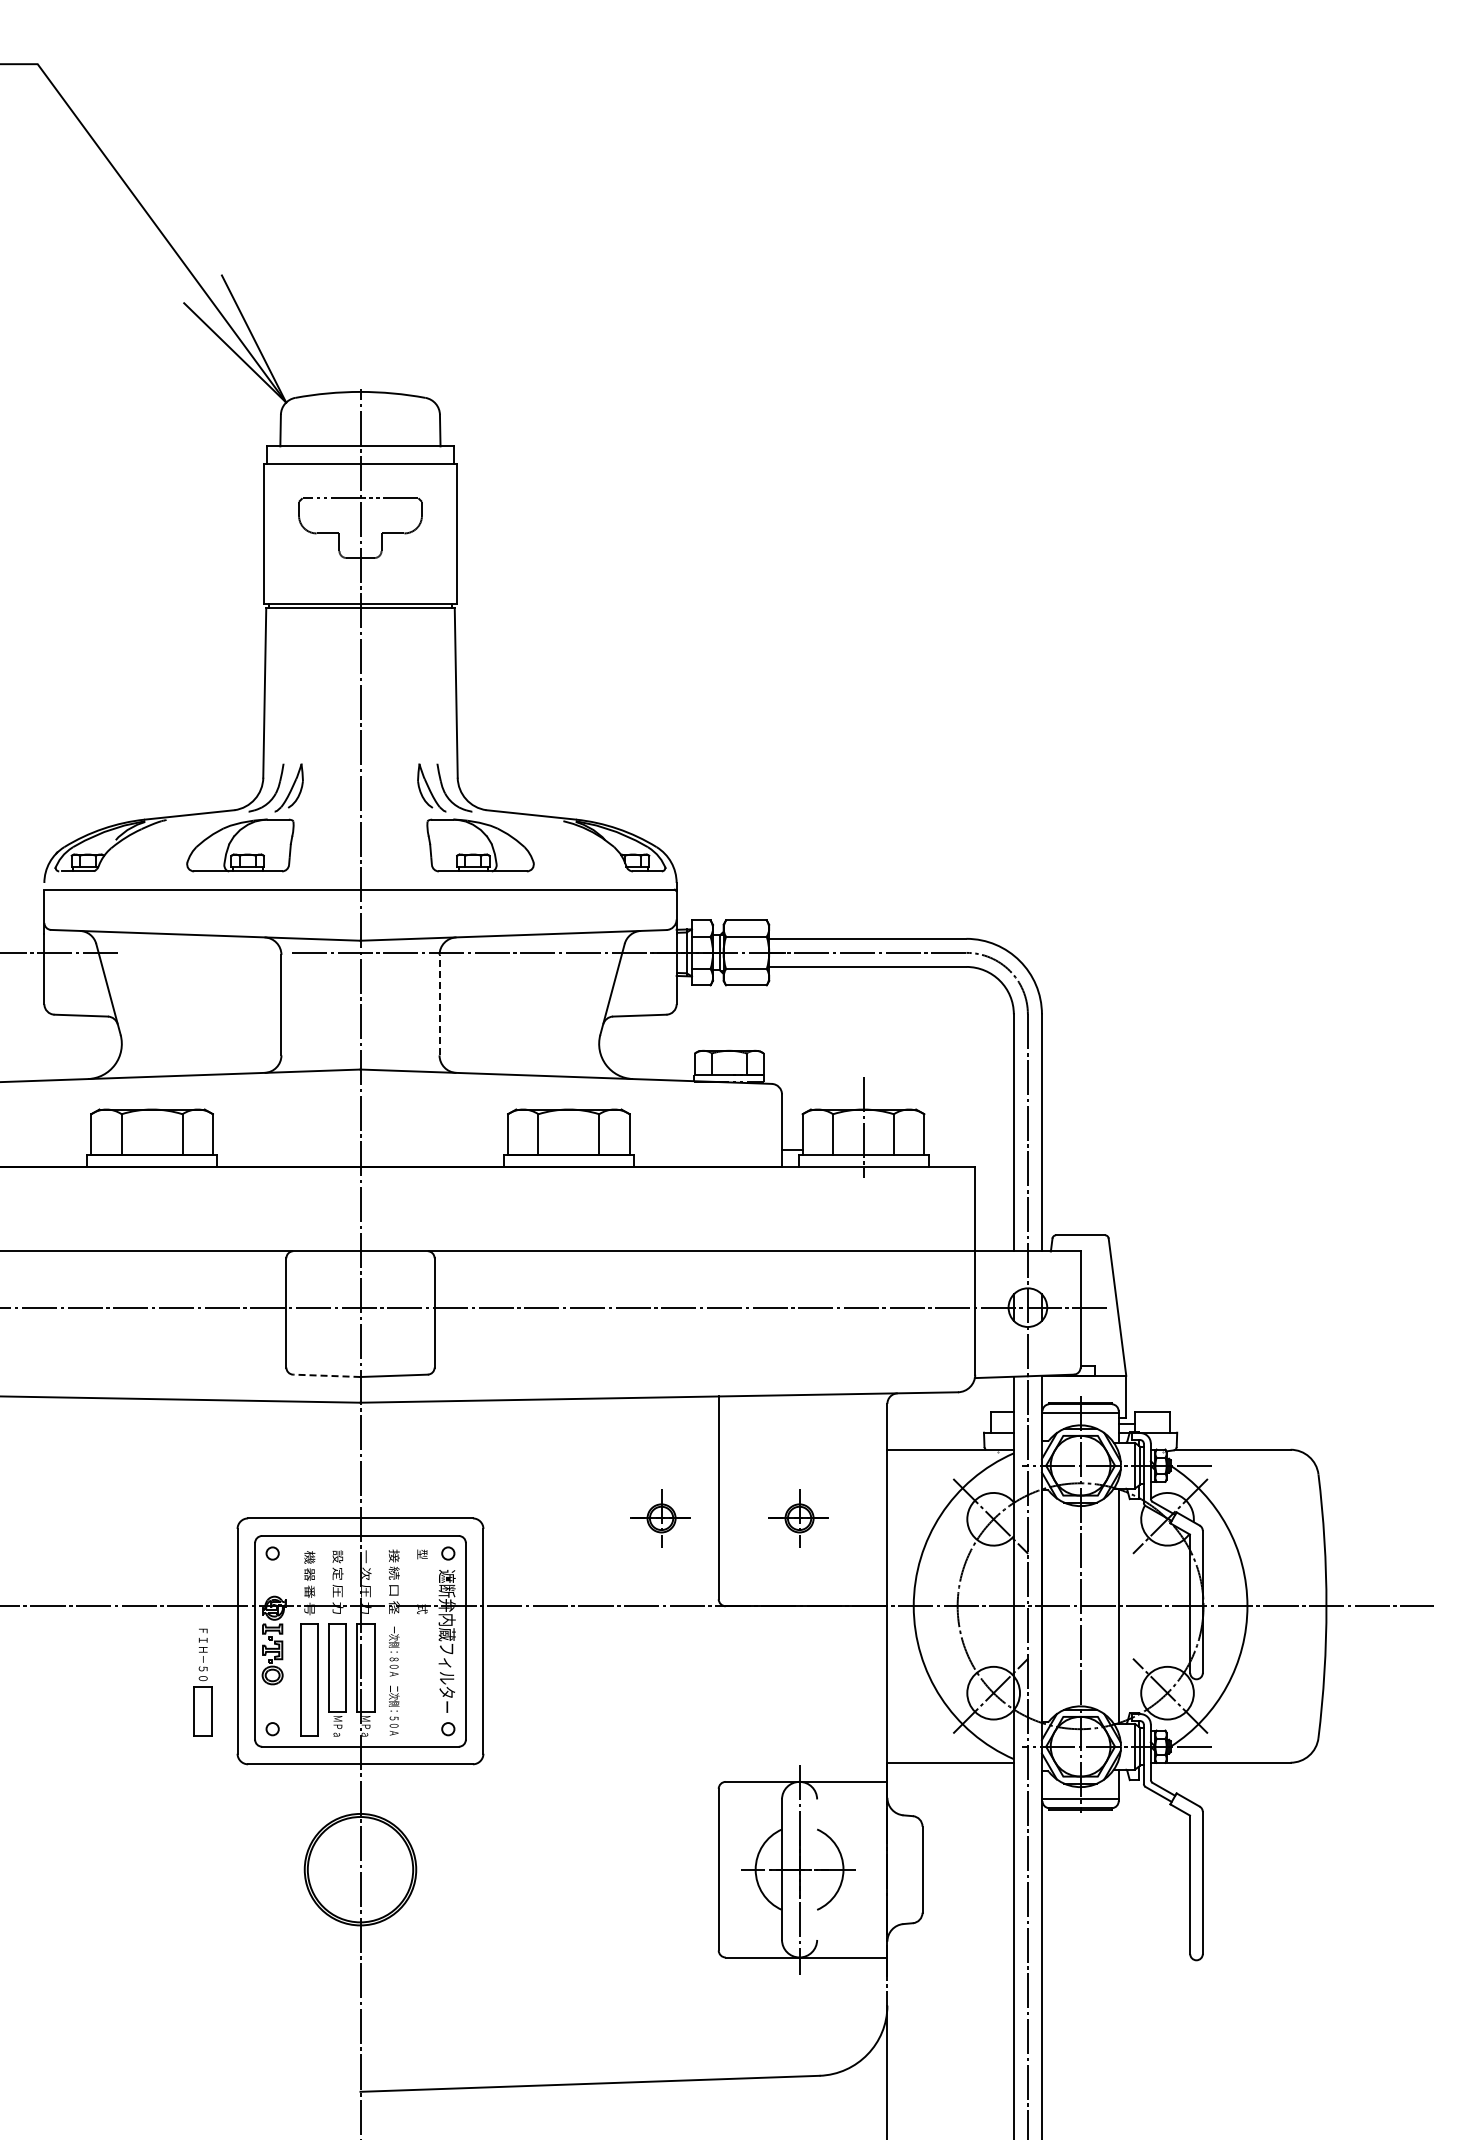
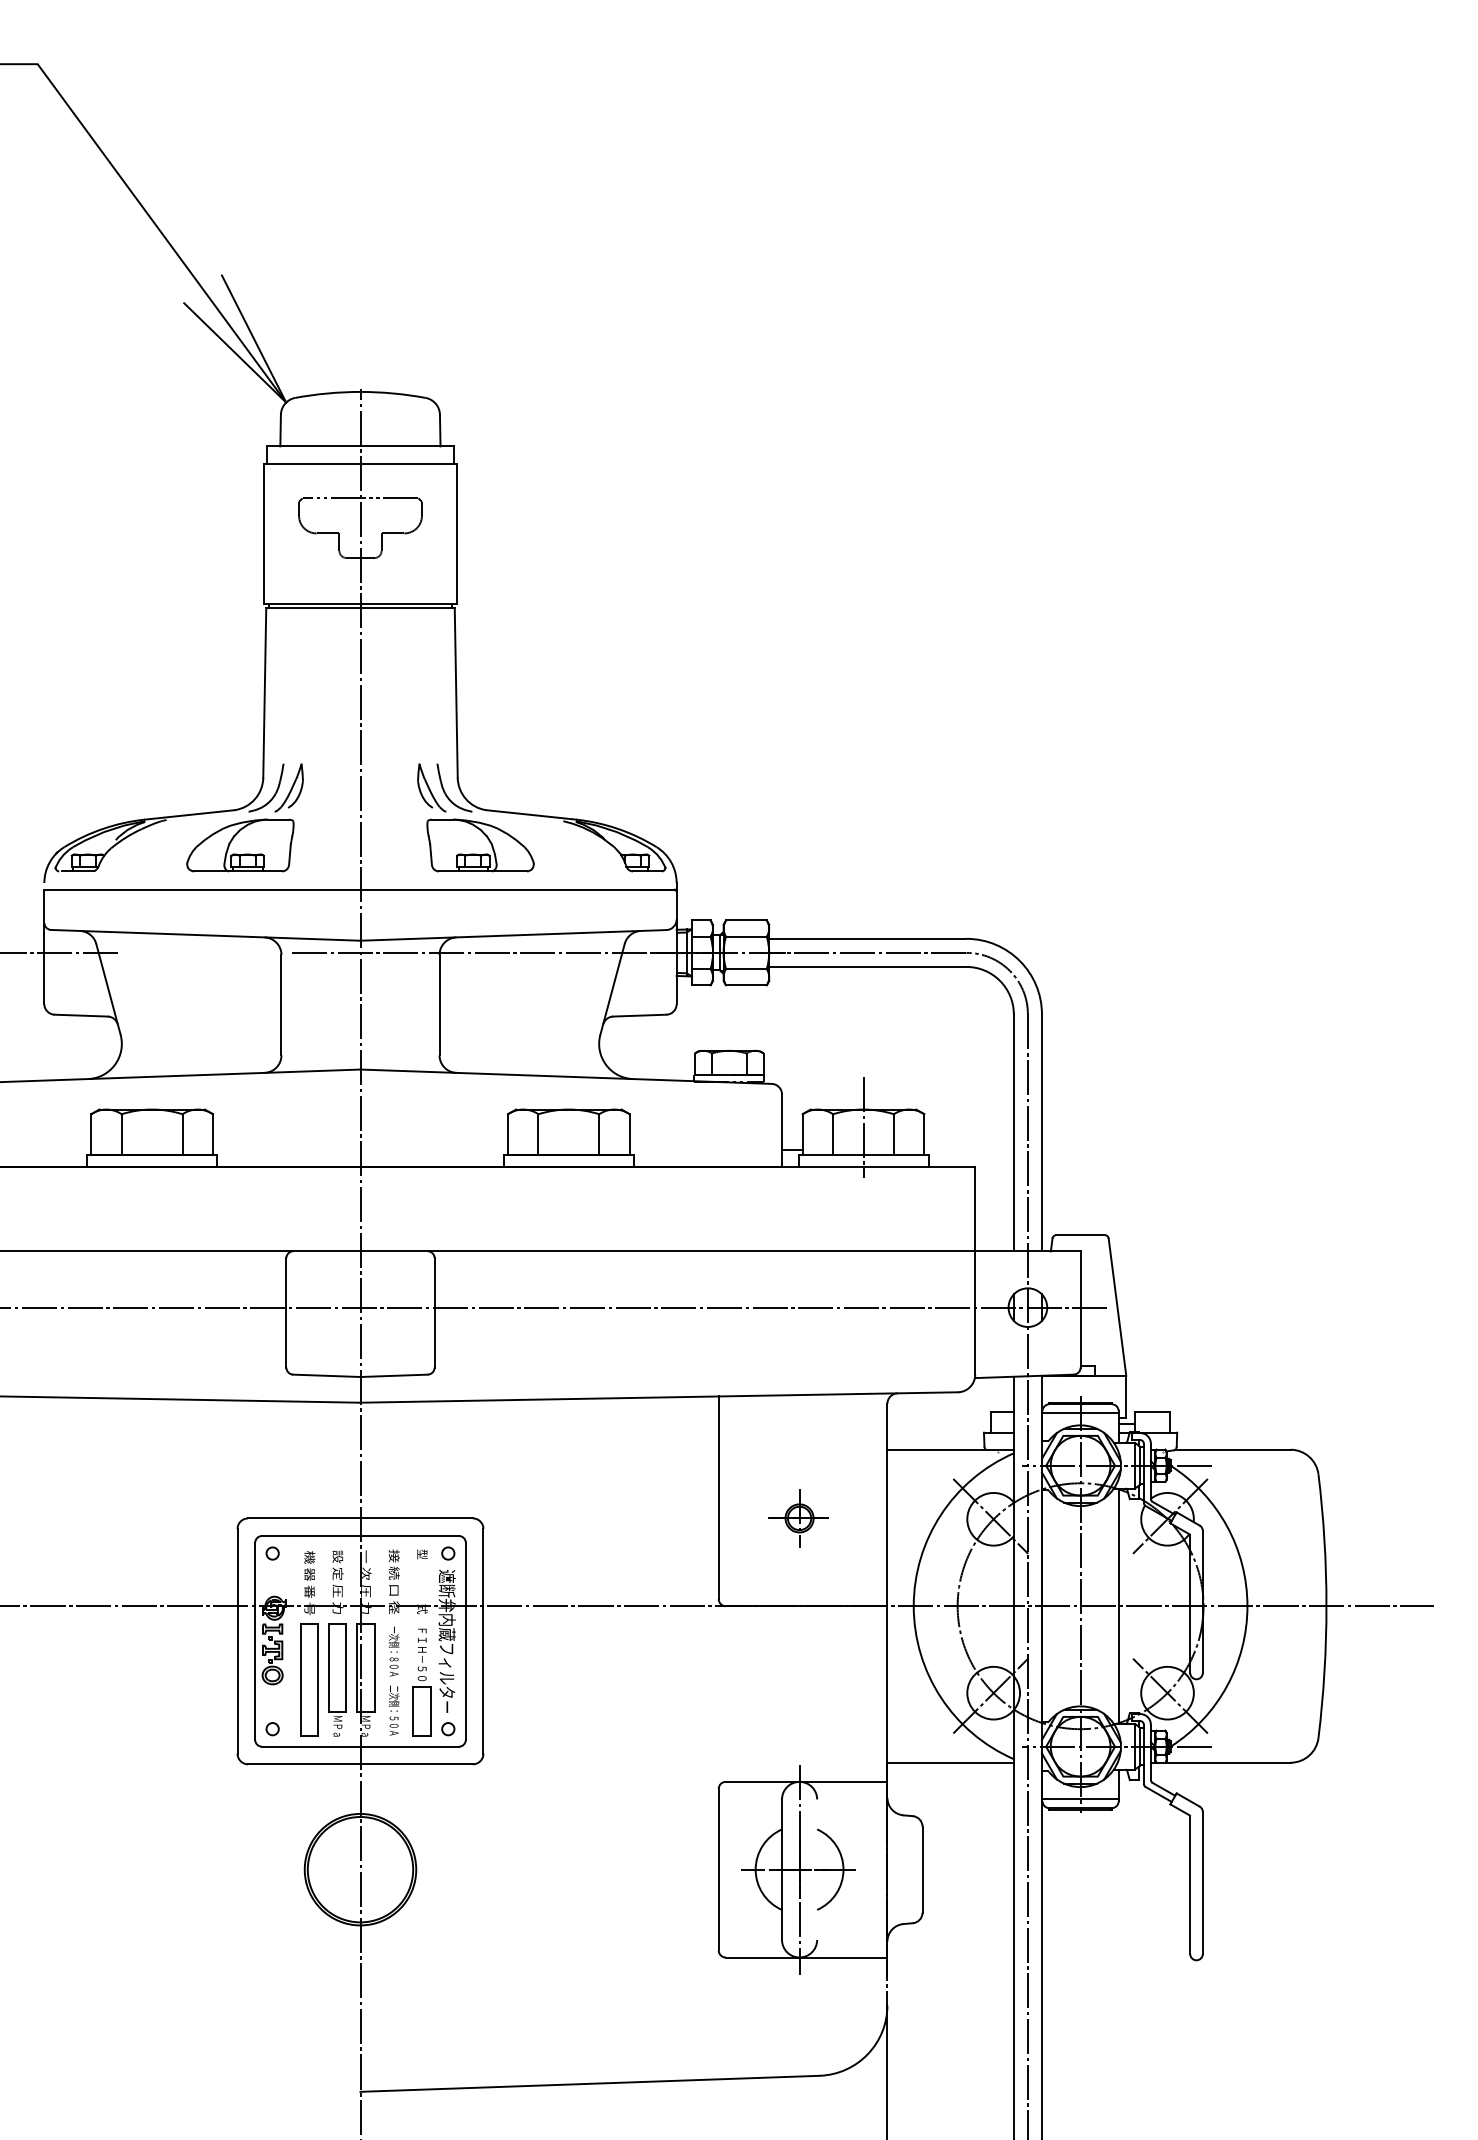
line at (439, 1004): dashed -> solid
line at (326, 1375): dashed -> solid
part at (660, 1518): present -> none
part at (202, 1682) position: (202, 1682) -> (421, 1682)
